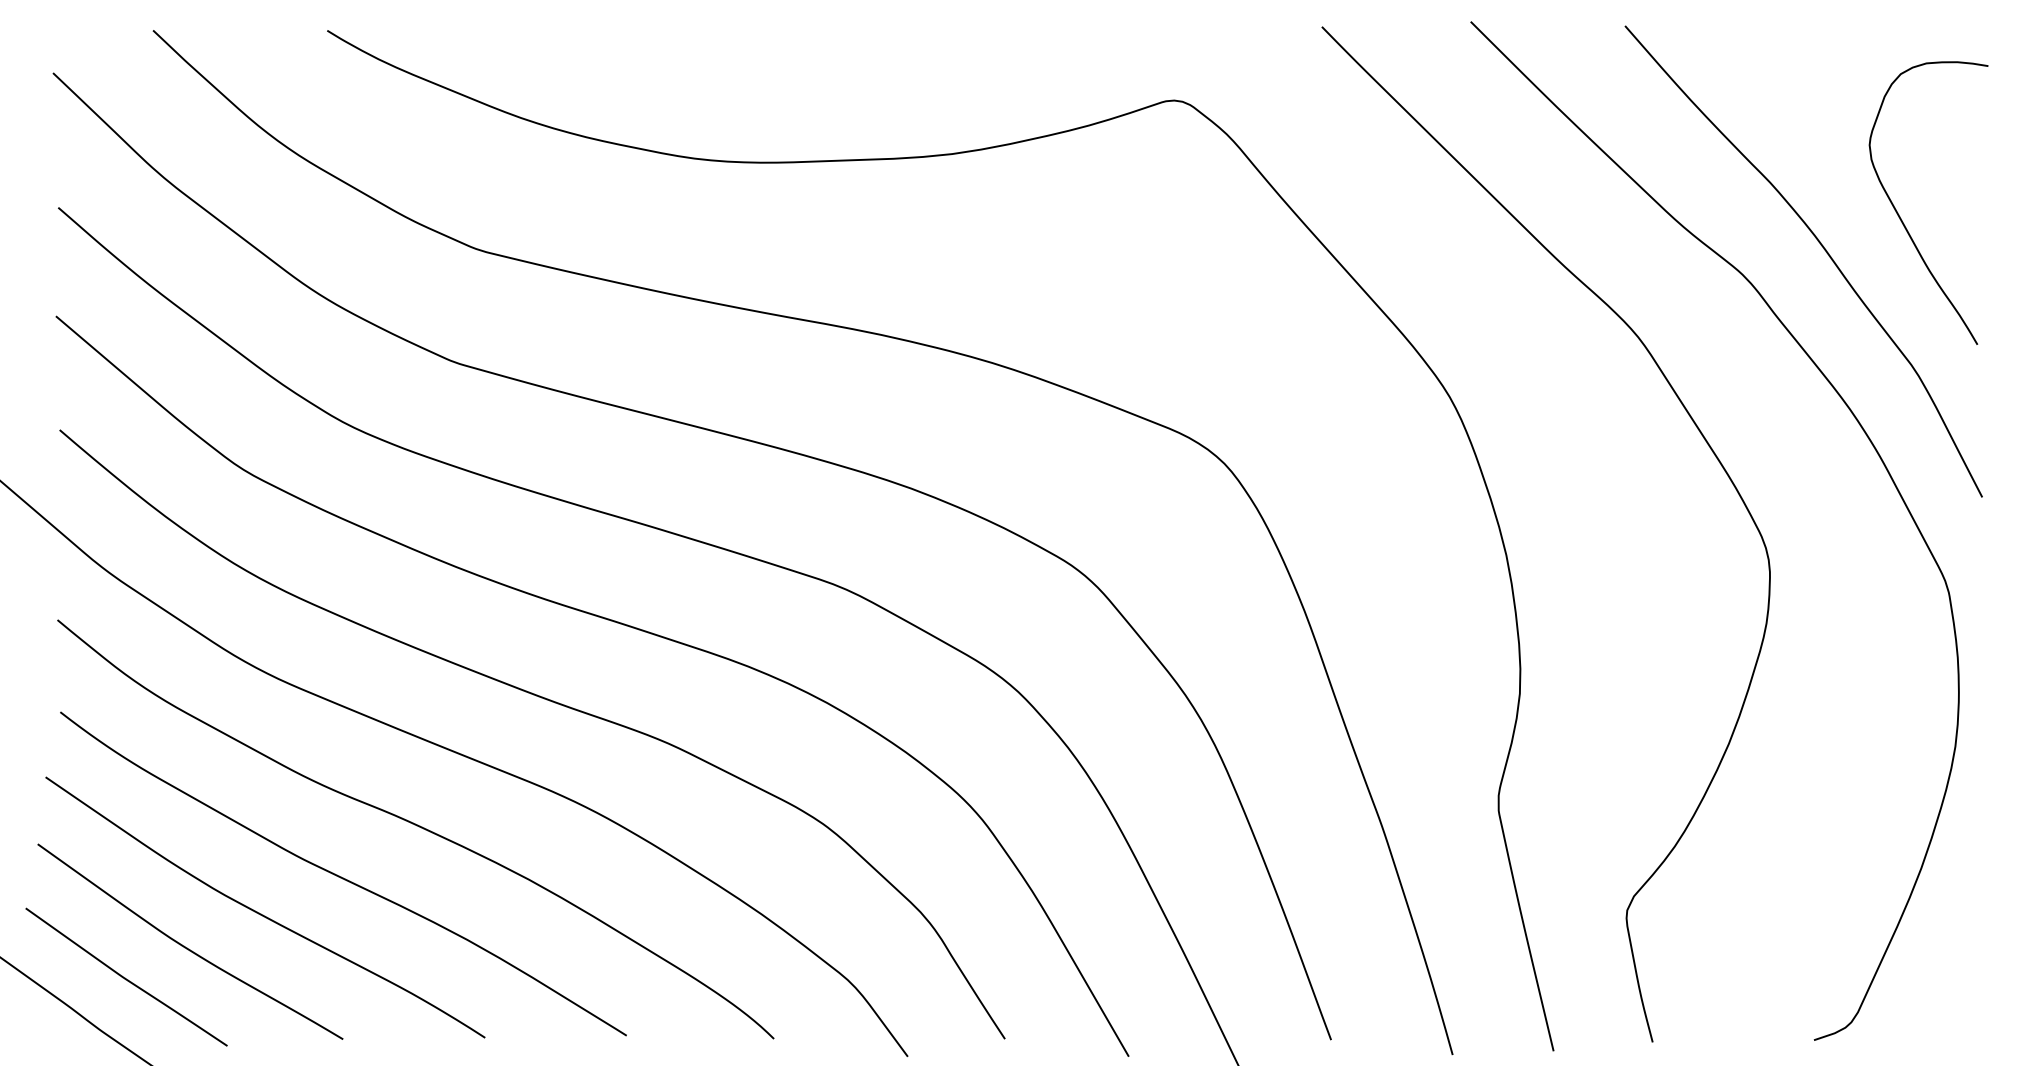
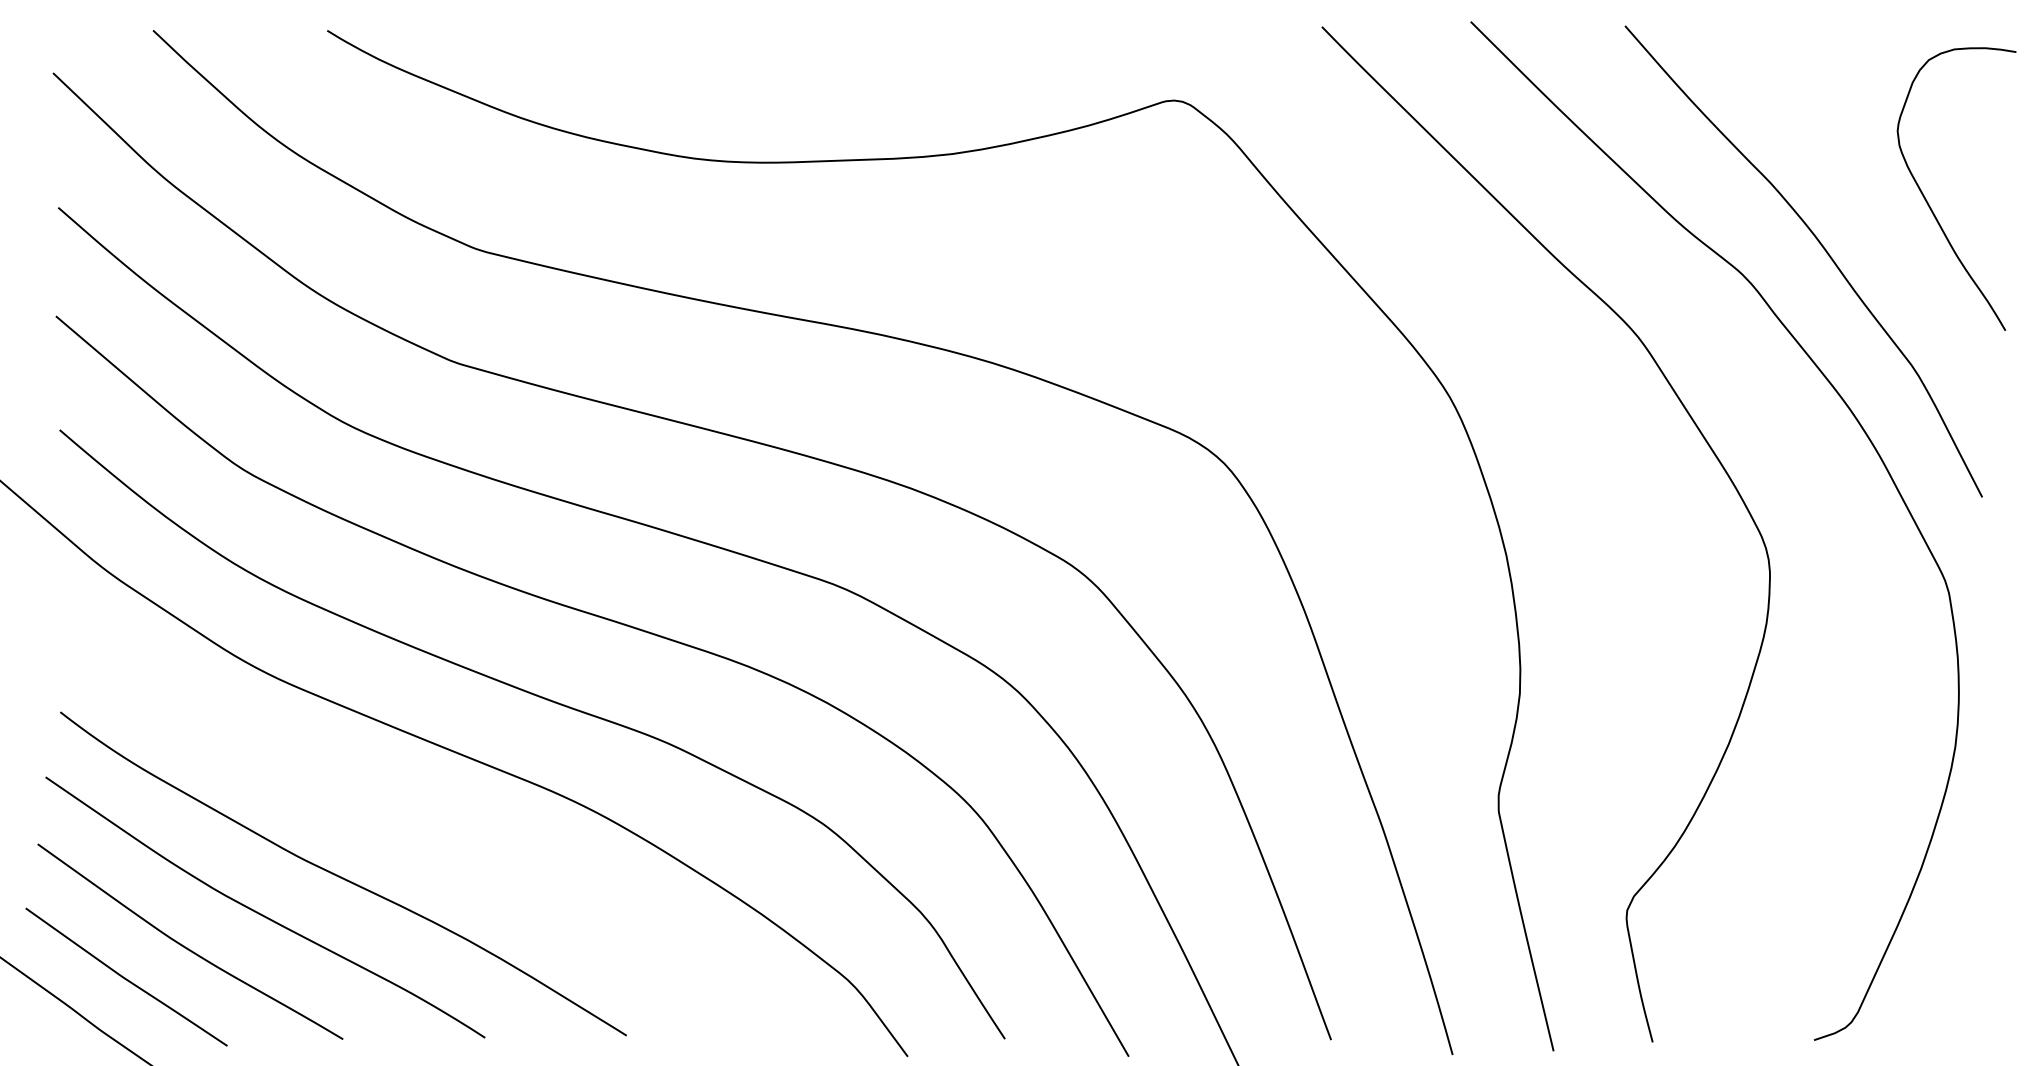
curve at (1900, 216) position: (1900, 216) -> (1928, 202)
curve at (416, 826): present -> none
